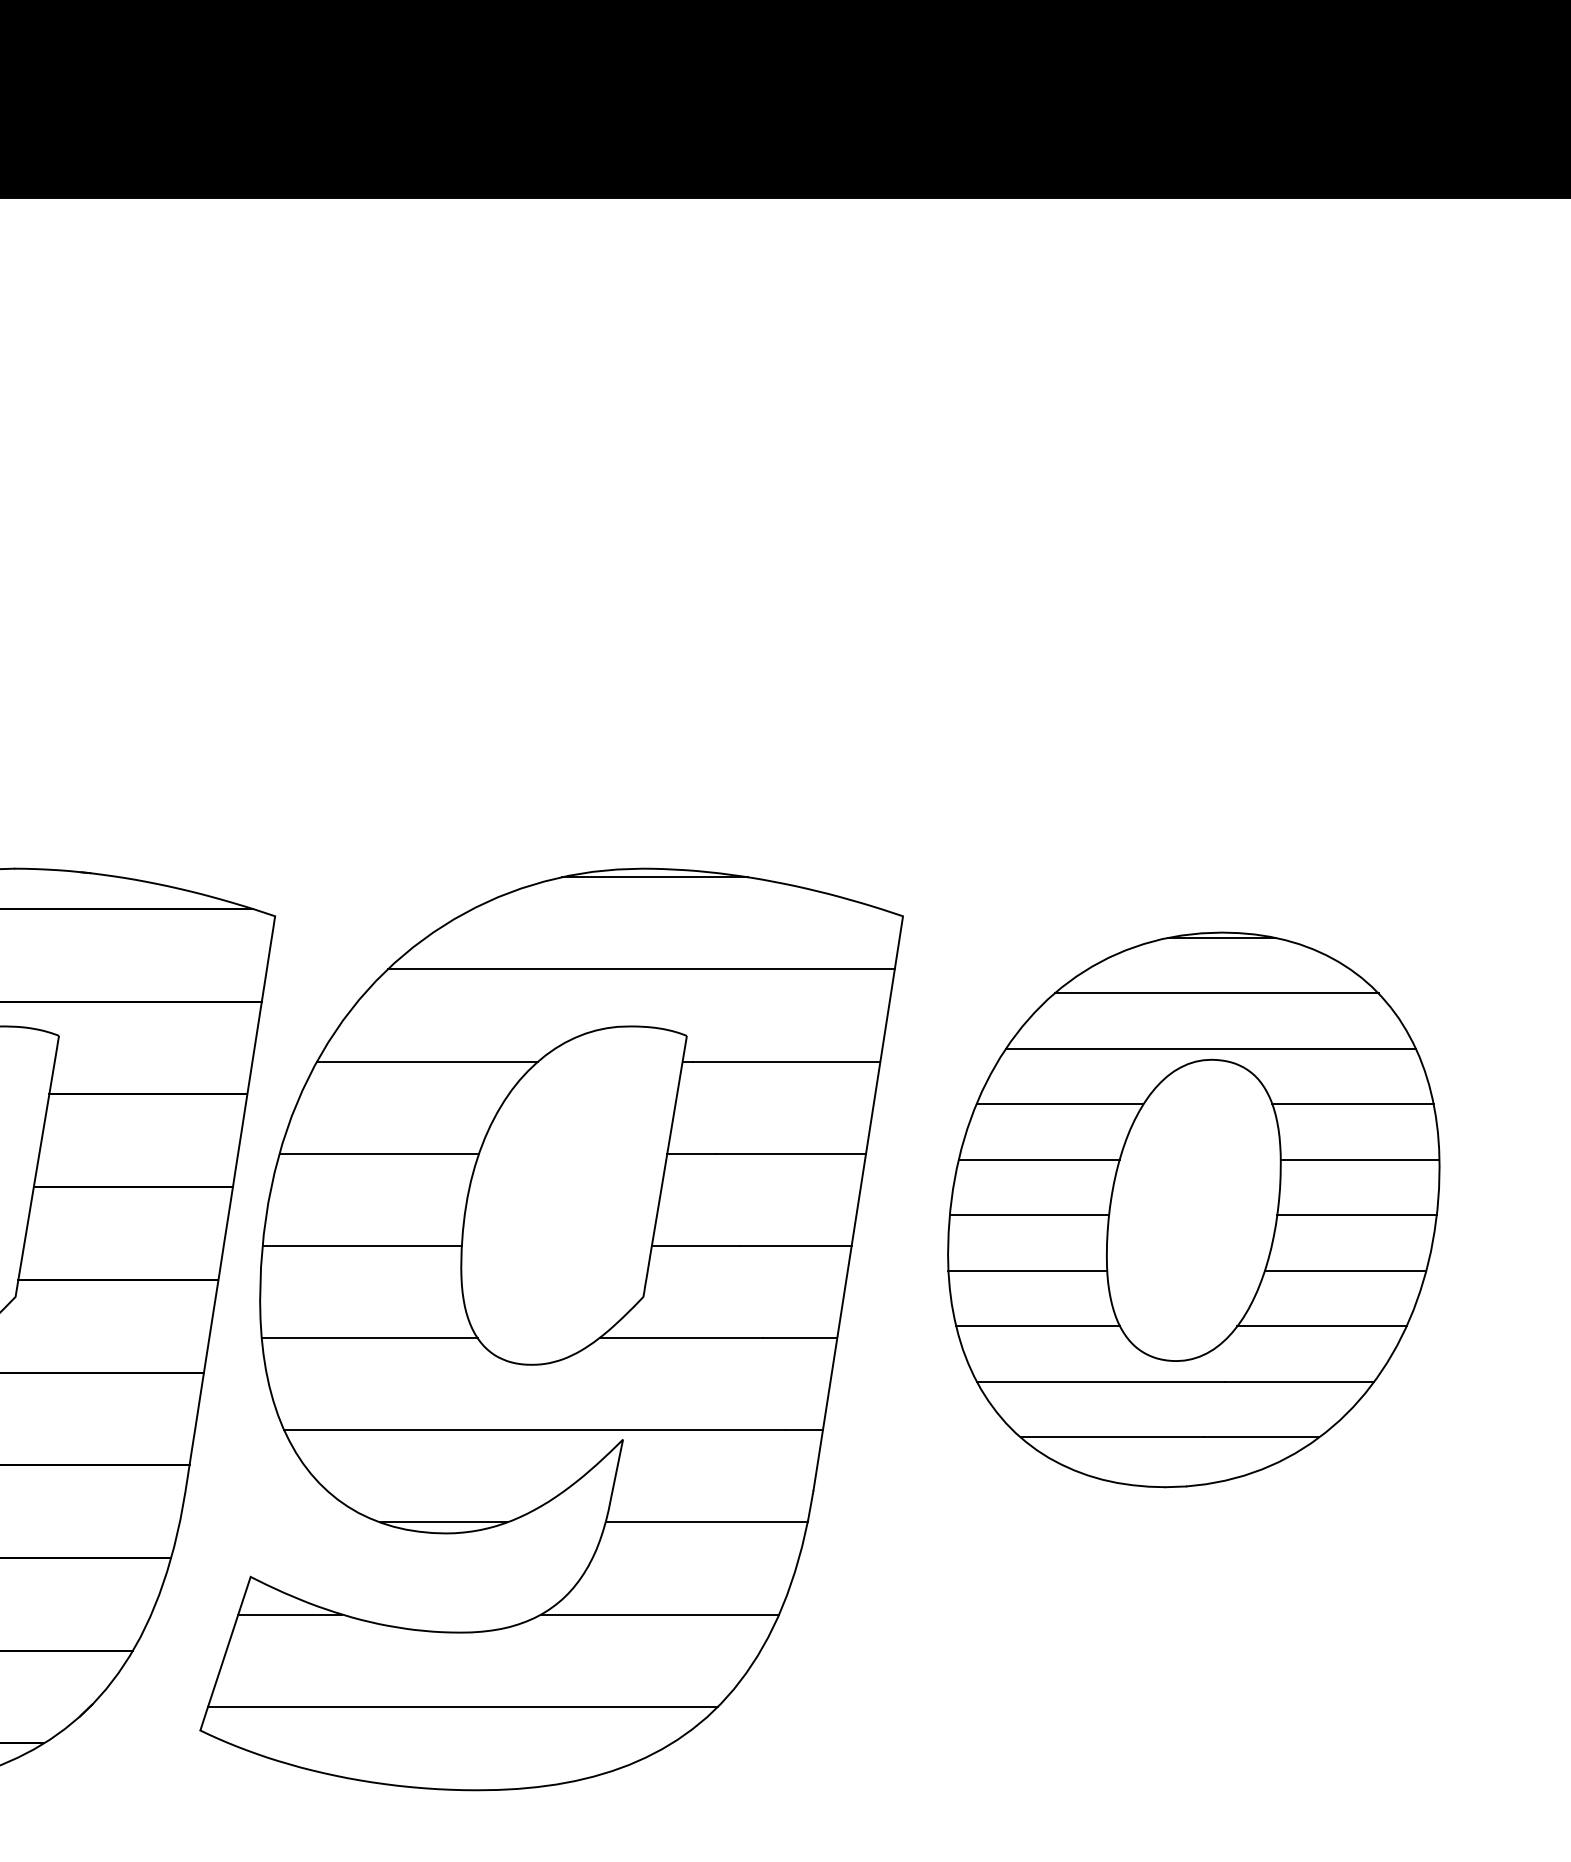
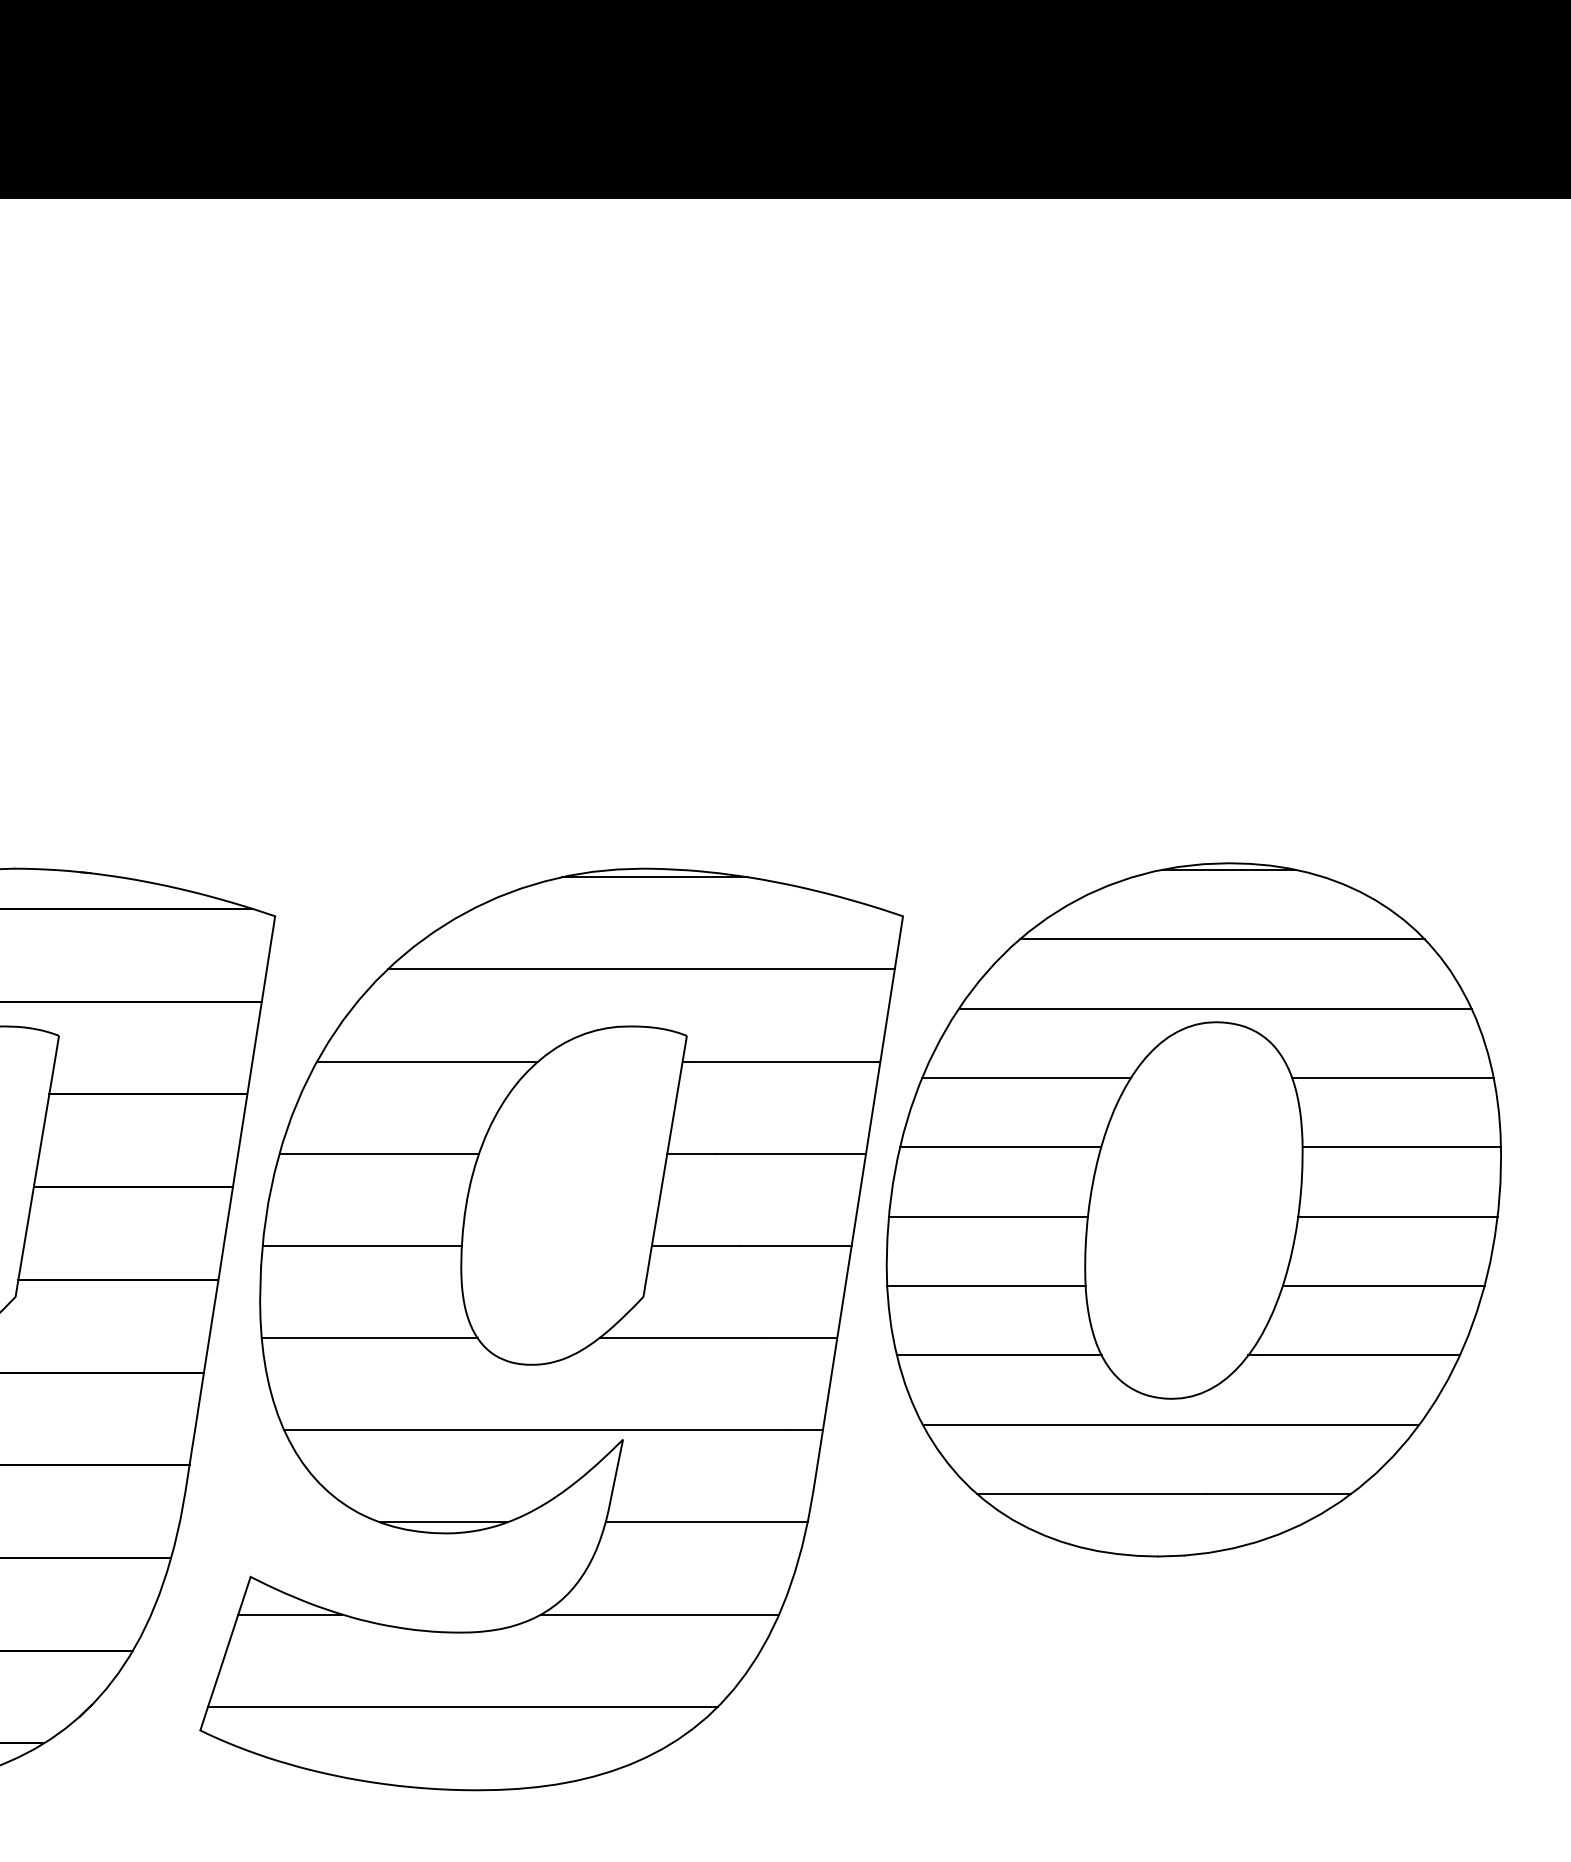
part at (1193, 1209) size: 494x558 px -> 617x696 px
